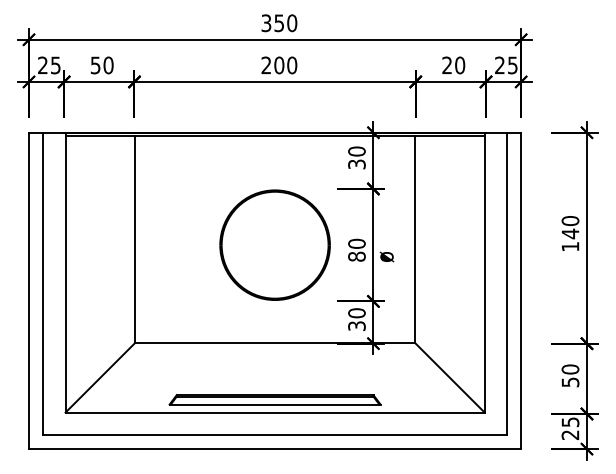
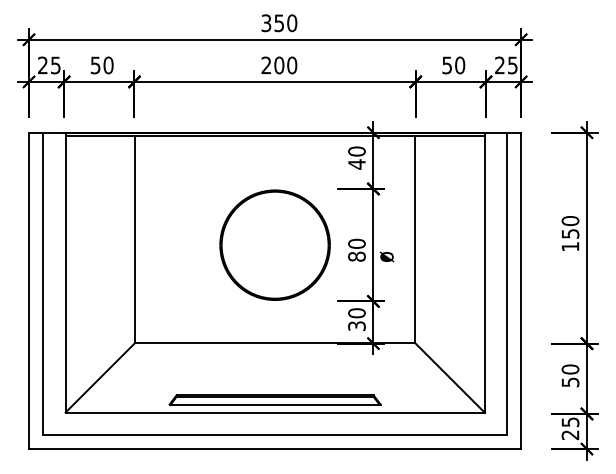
text at (446, 65): 20 -> 50
text at (356, 164): 30 -> 40
text at (570, 233): 140 -> 150
